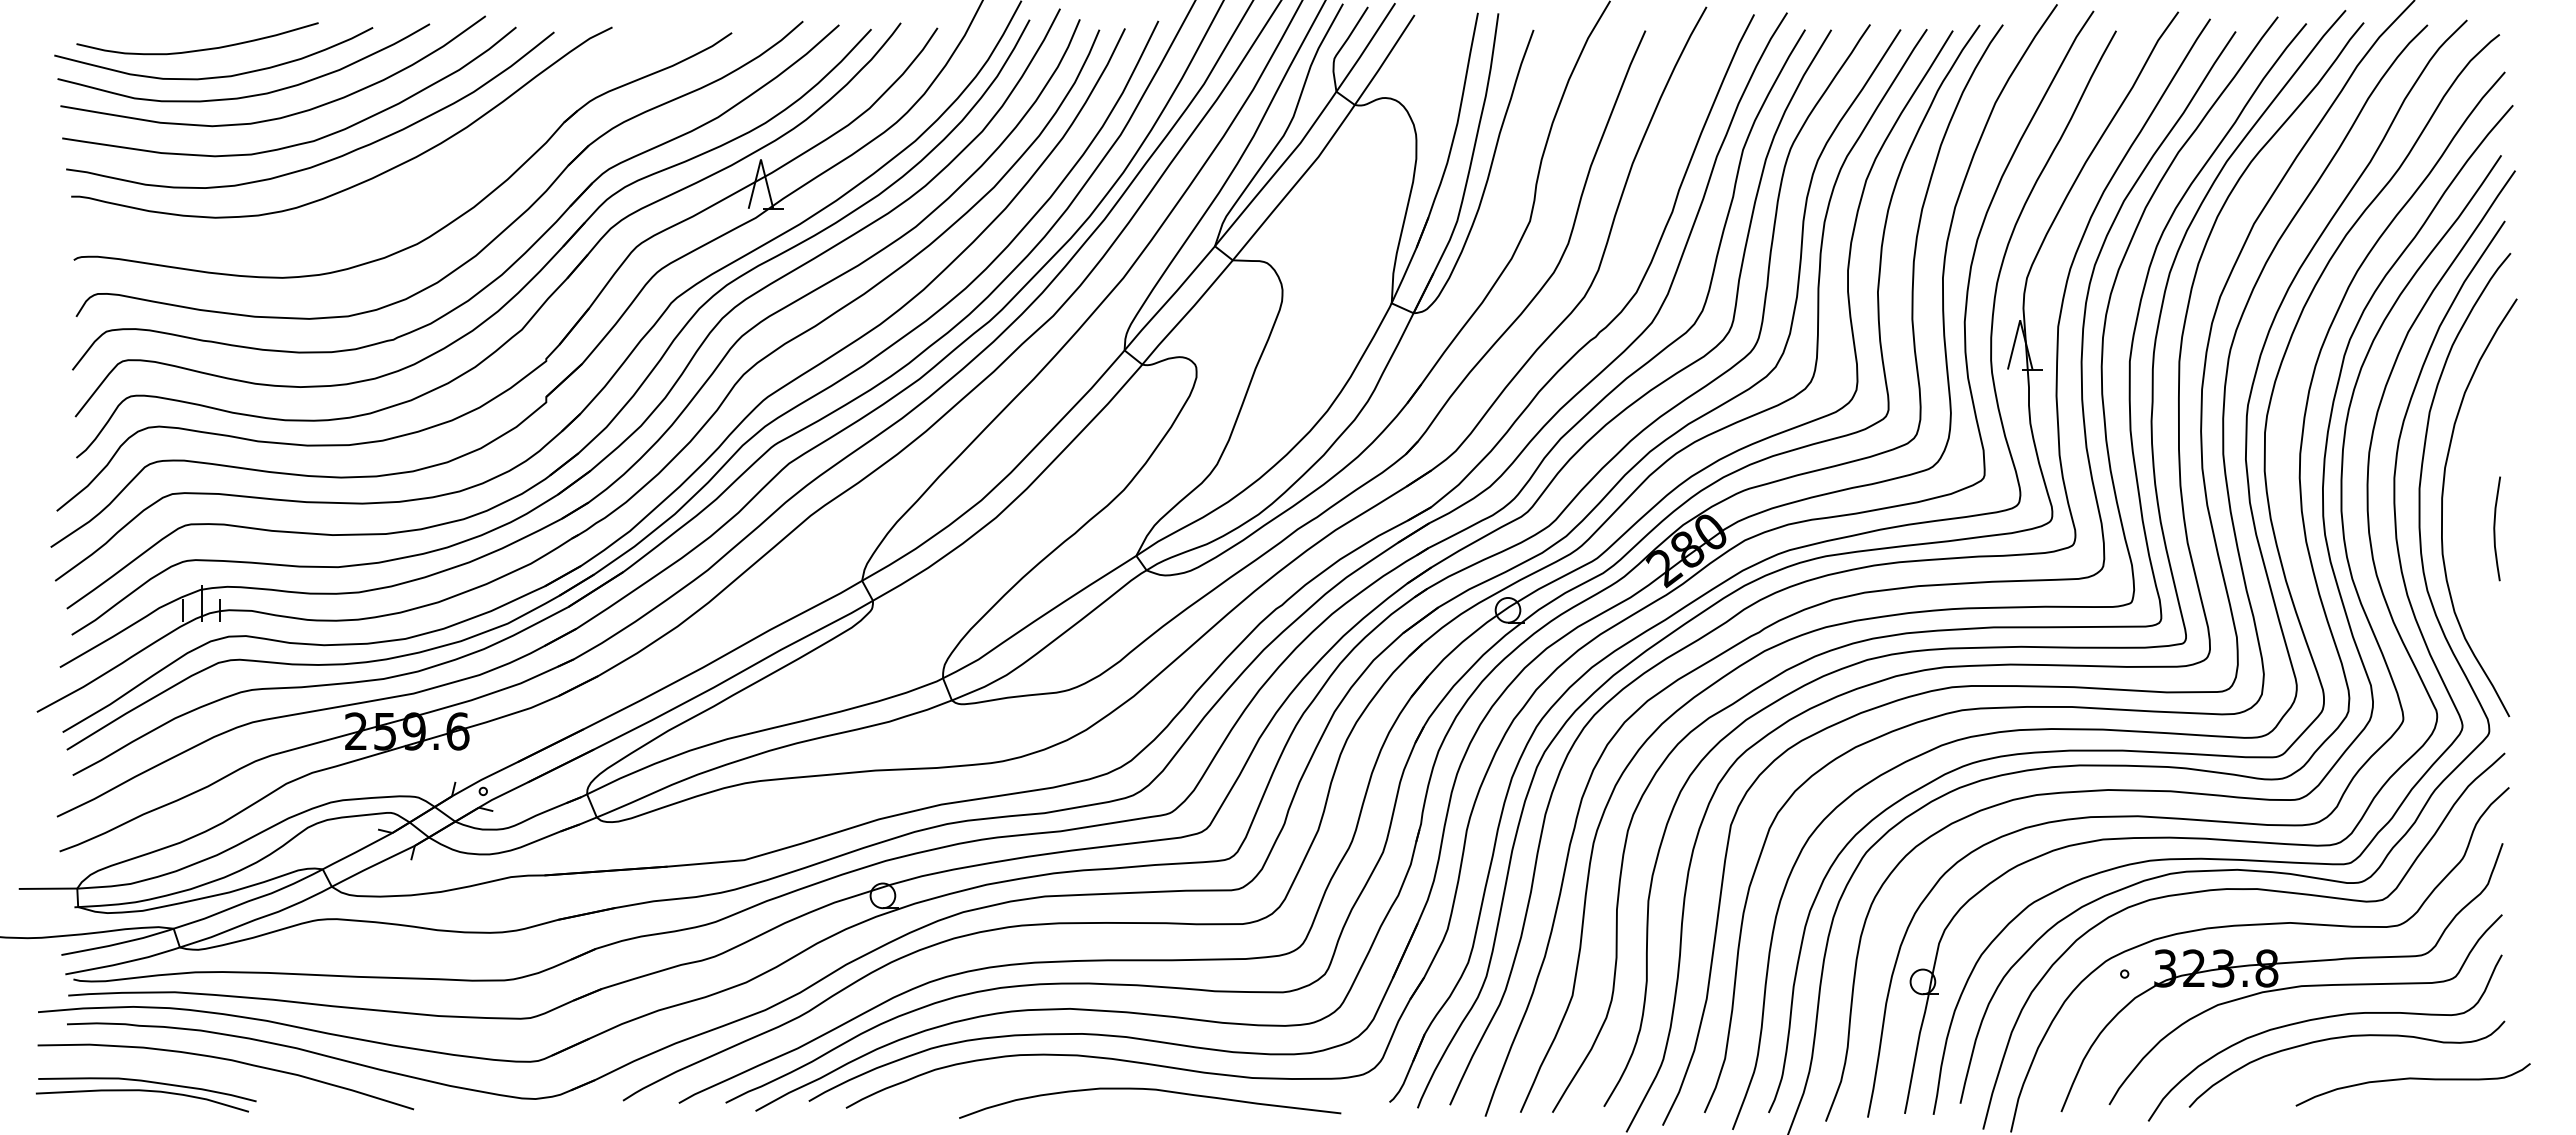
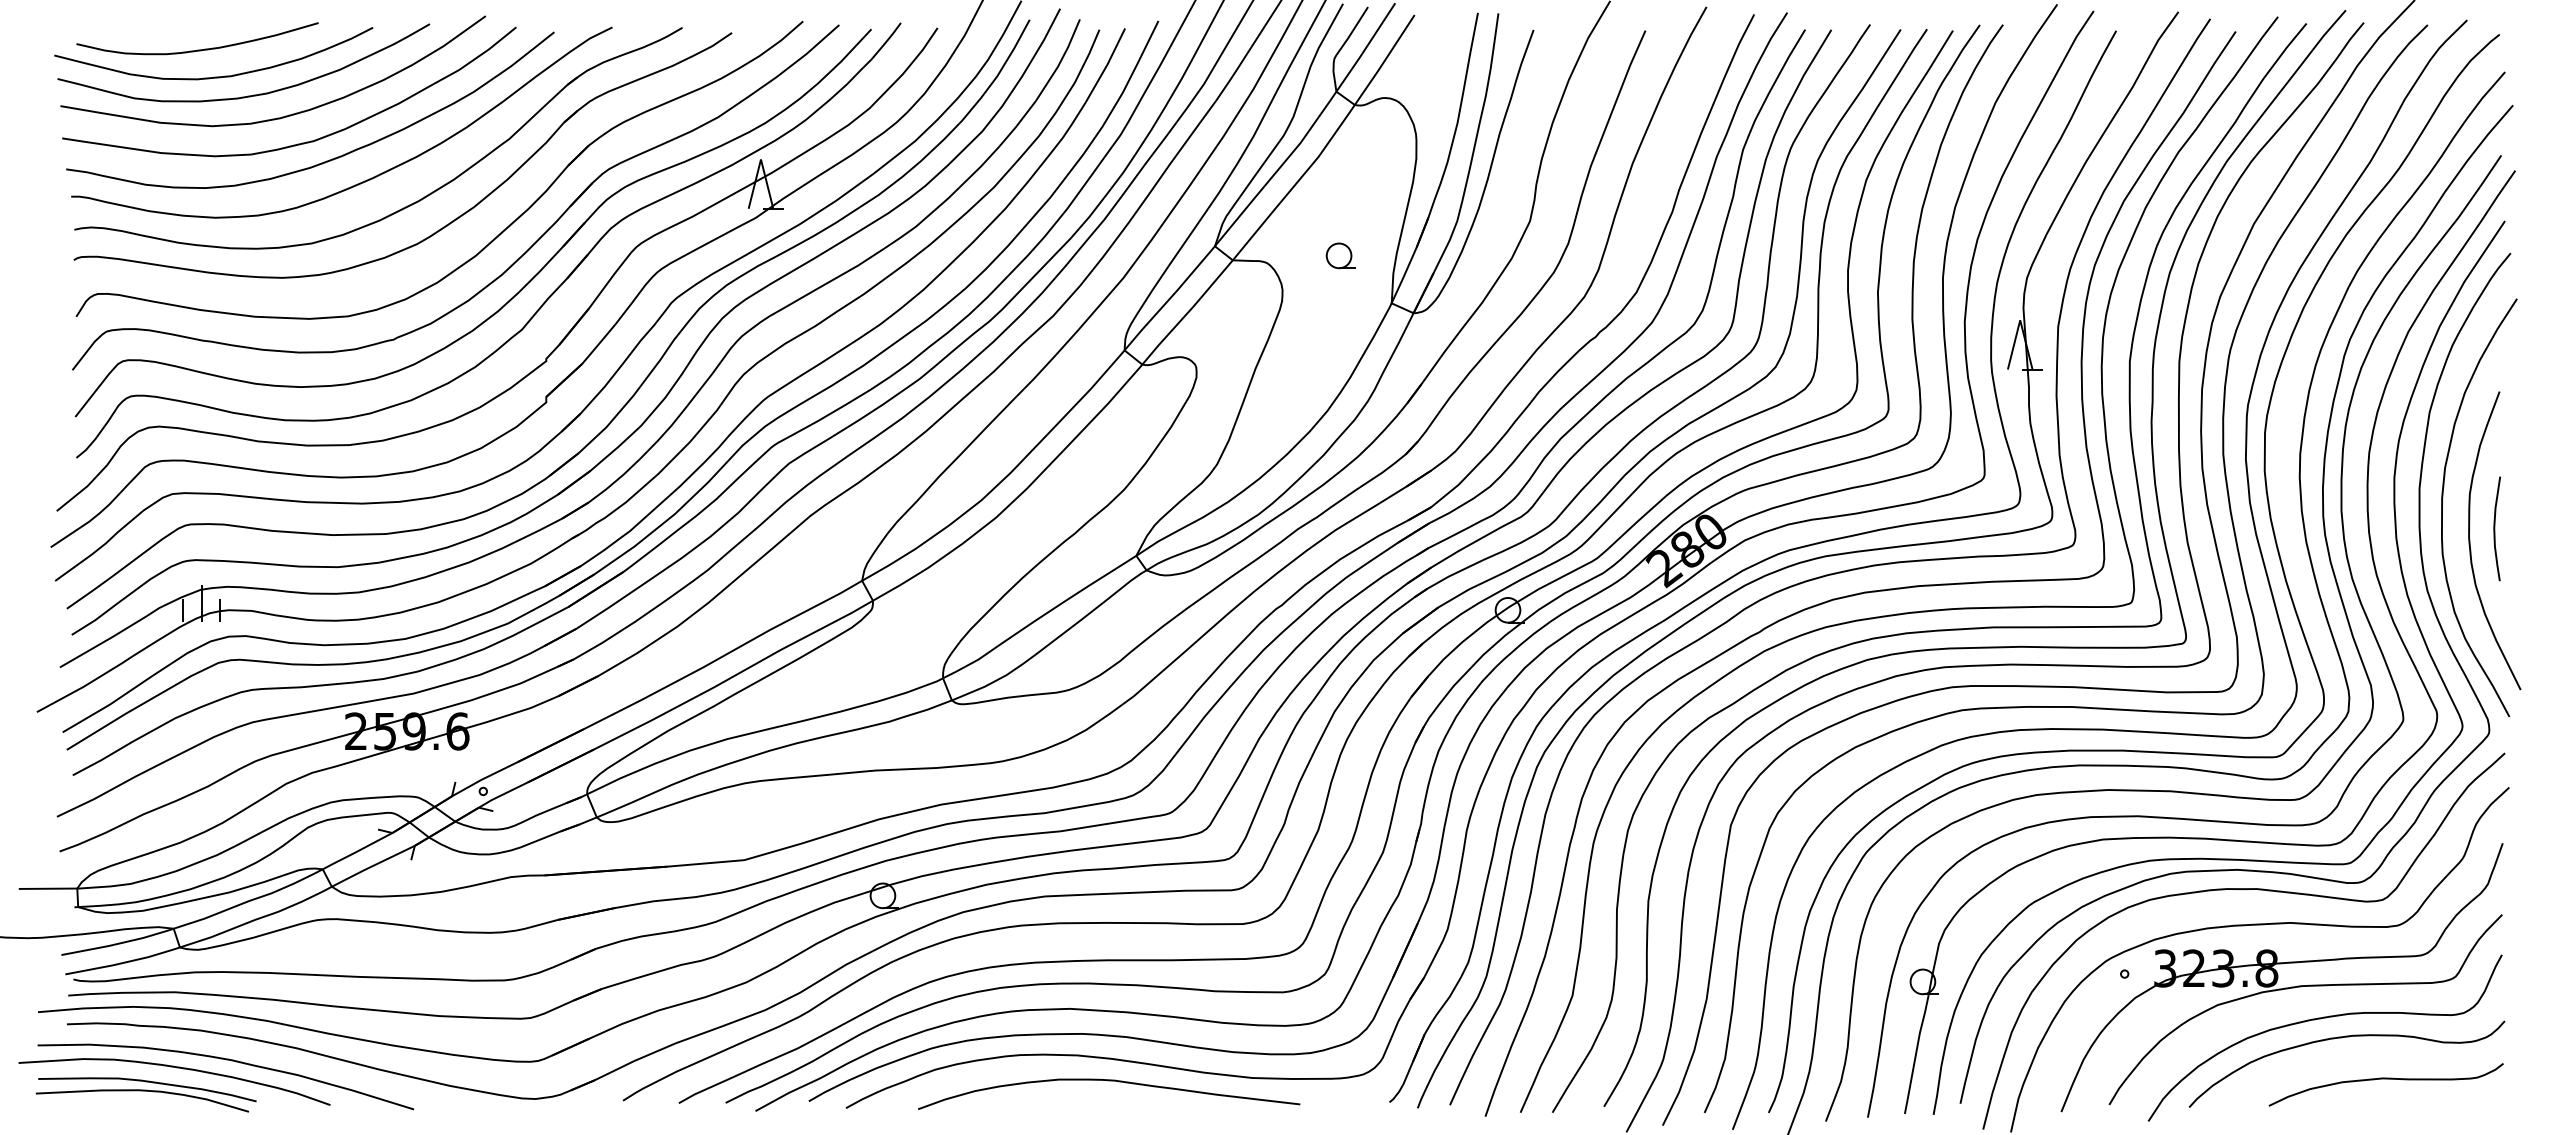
part at (411, 203): none -> present
part at (1340, 255): none -> present
curve at (2470, 540): none -> present
curve at (176, 1068): none -> present
curve at (2412, 1079) position: (2412, 1079) -> (2385, 1079)
curve at (1150, 1090) position: (1150, 1090) -> (1109, 1081)
